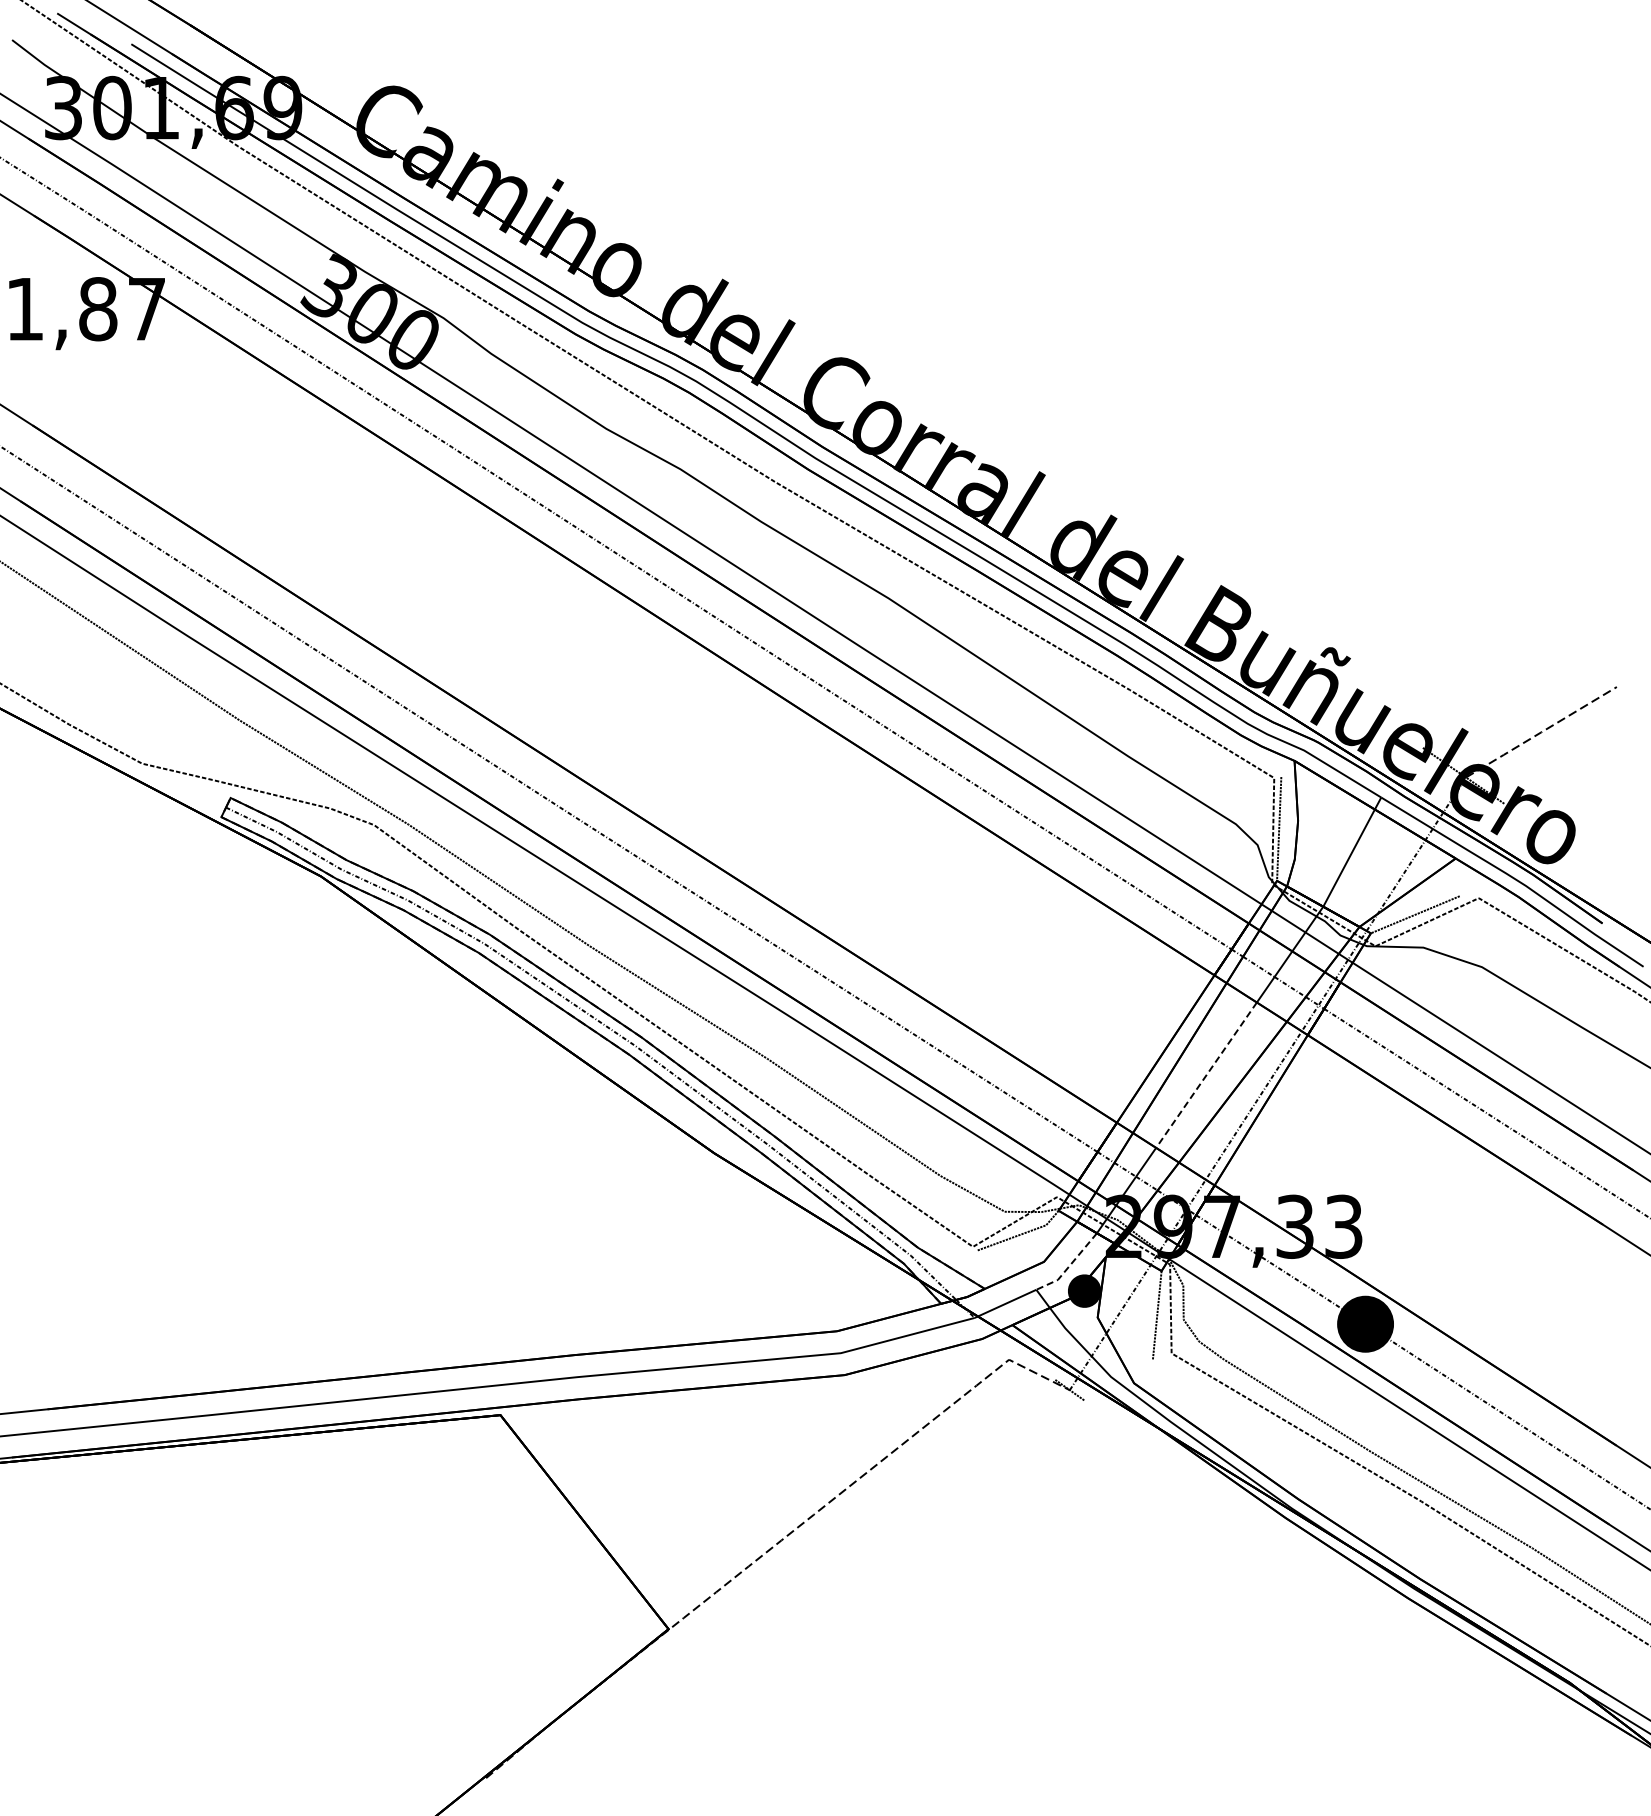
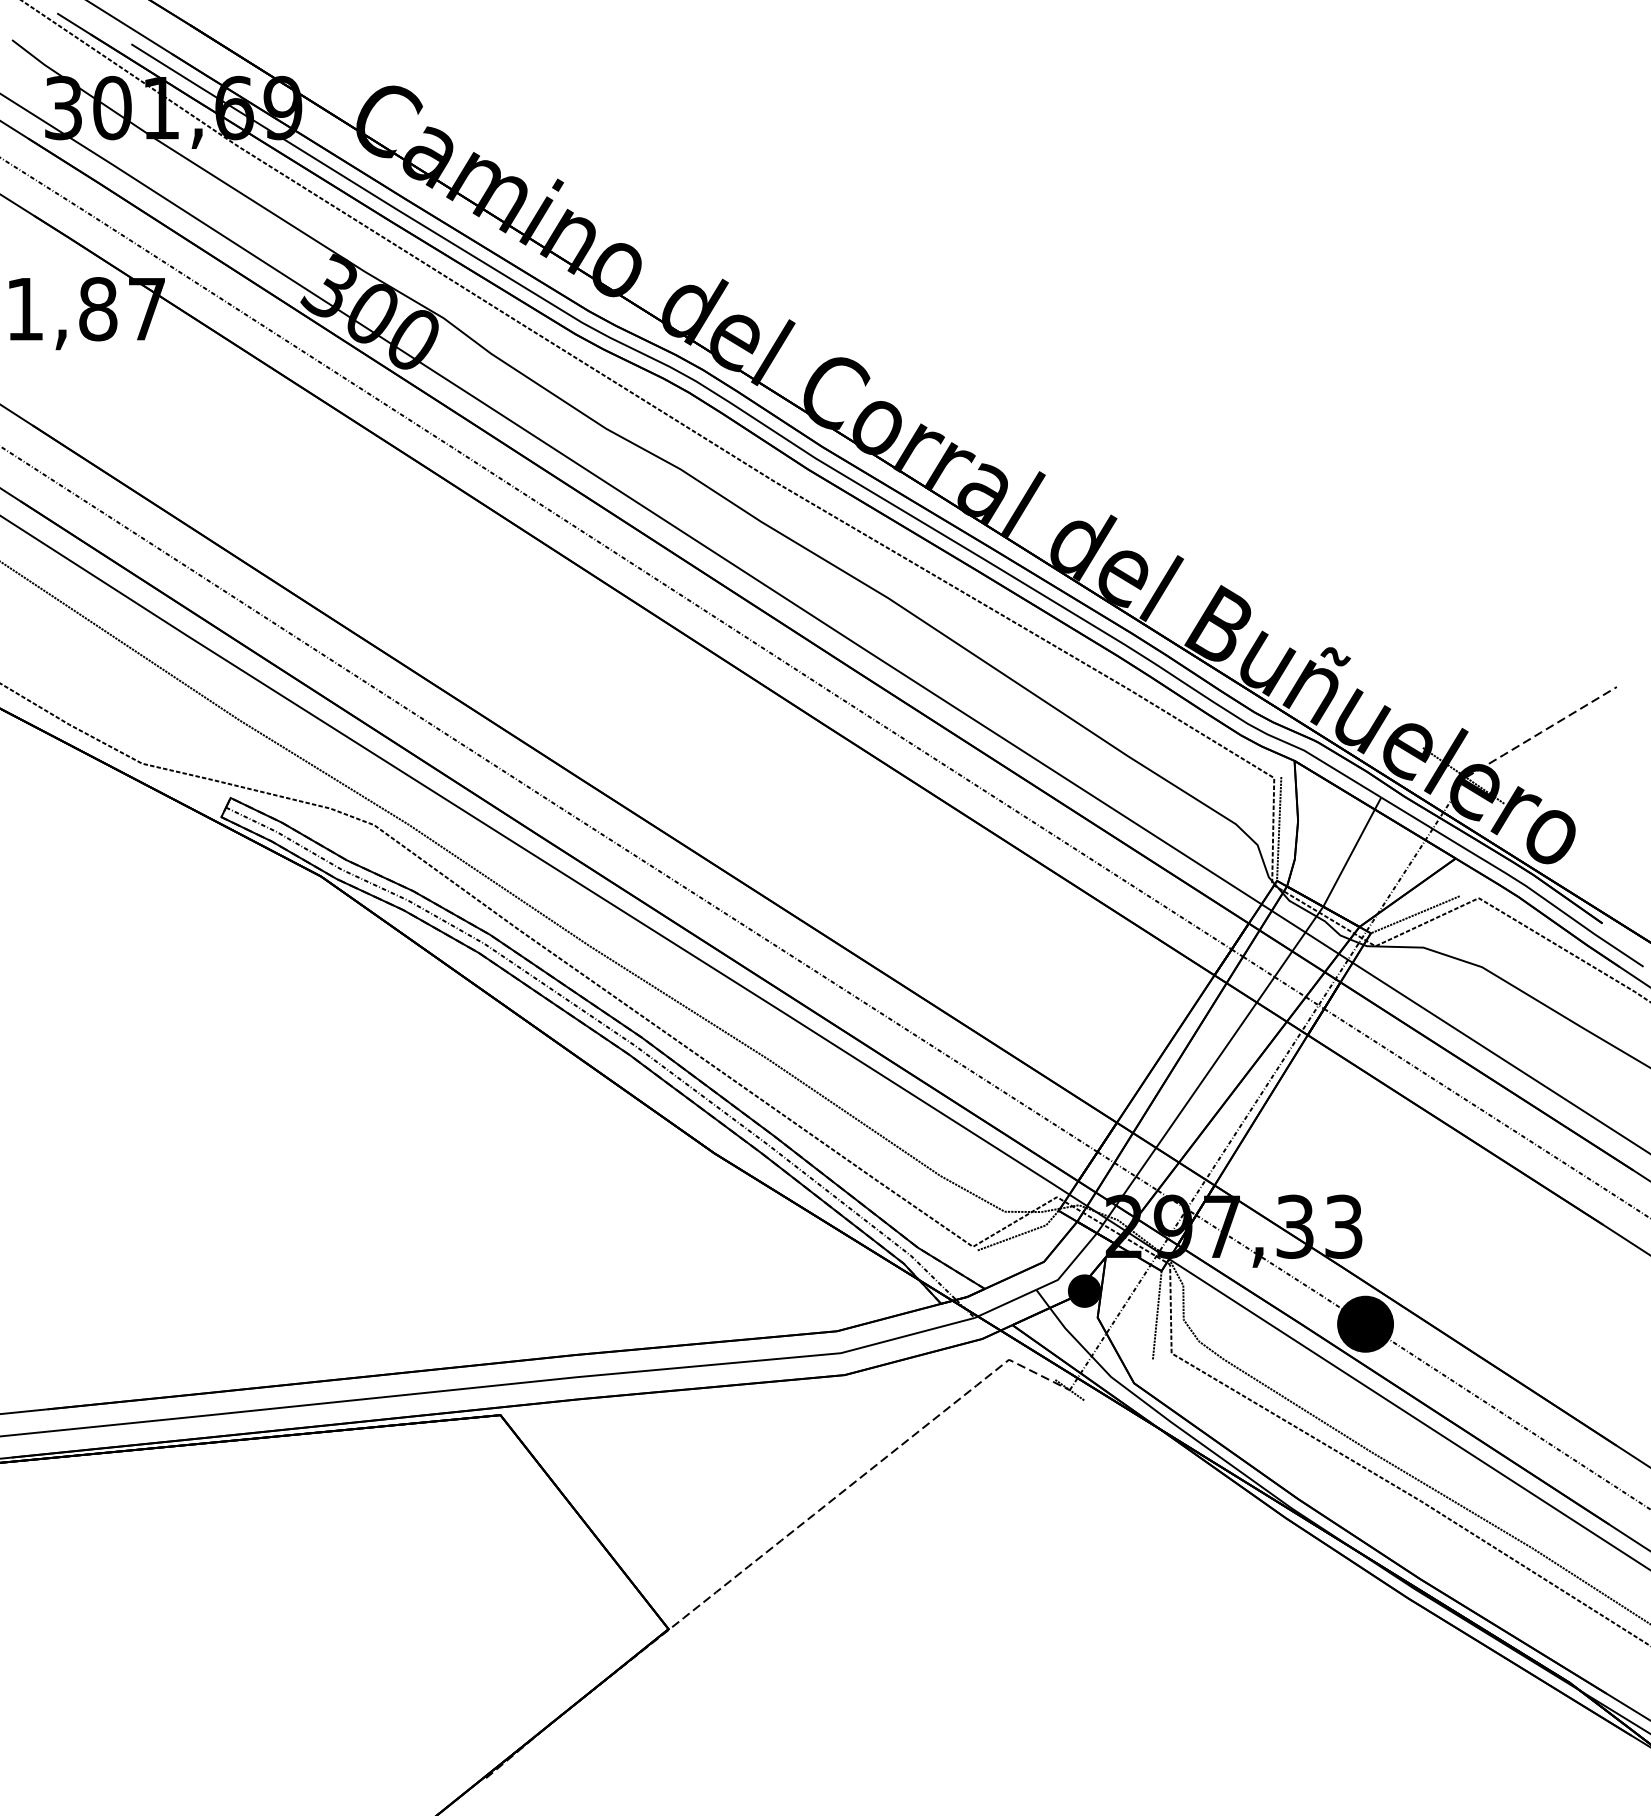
line at (1206, 1075): dashed -> solid
line at (1069, 1266): dashed -> solid
